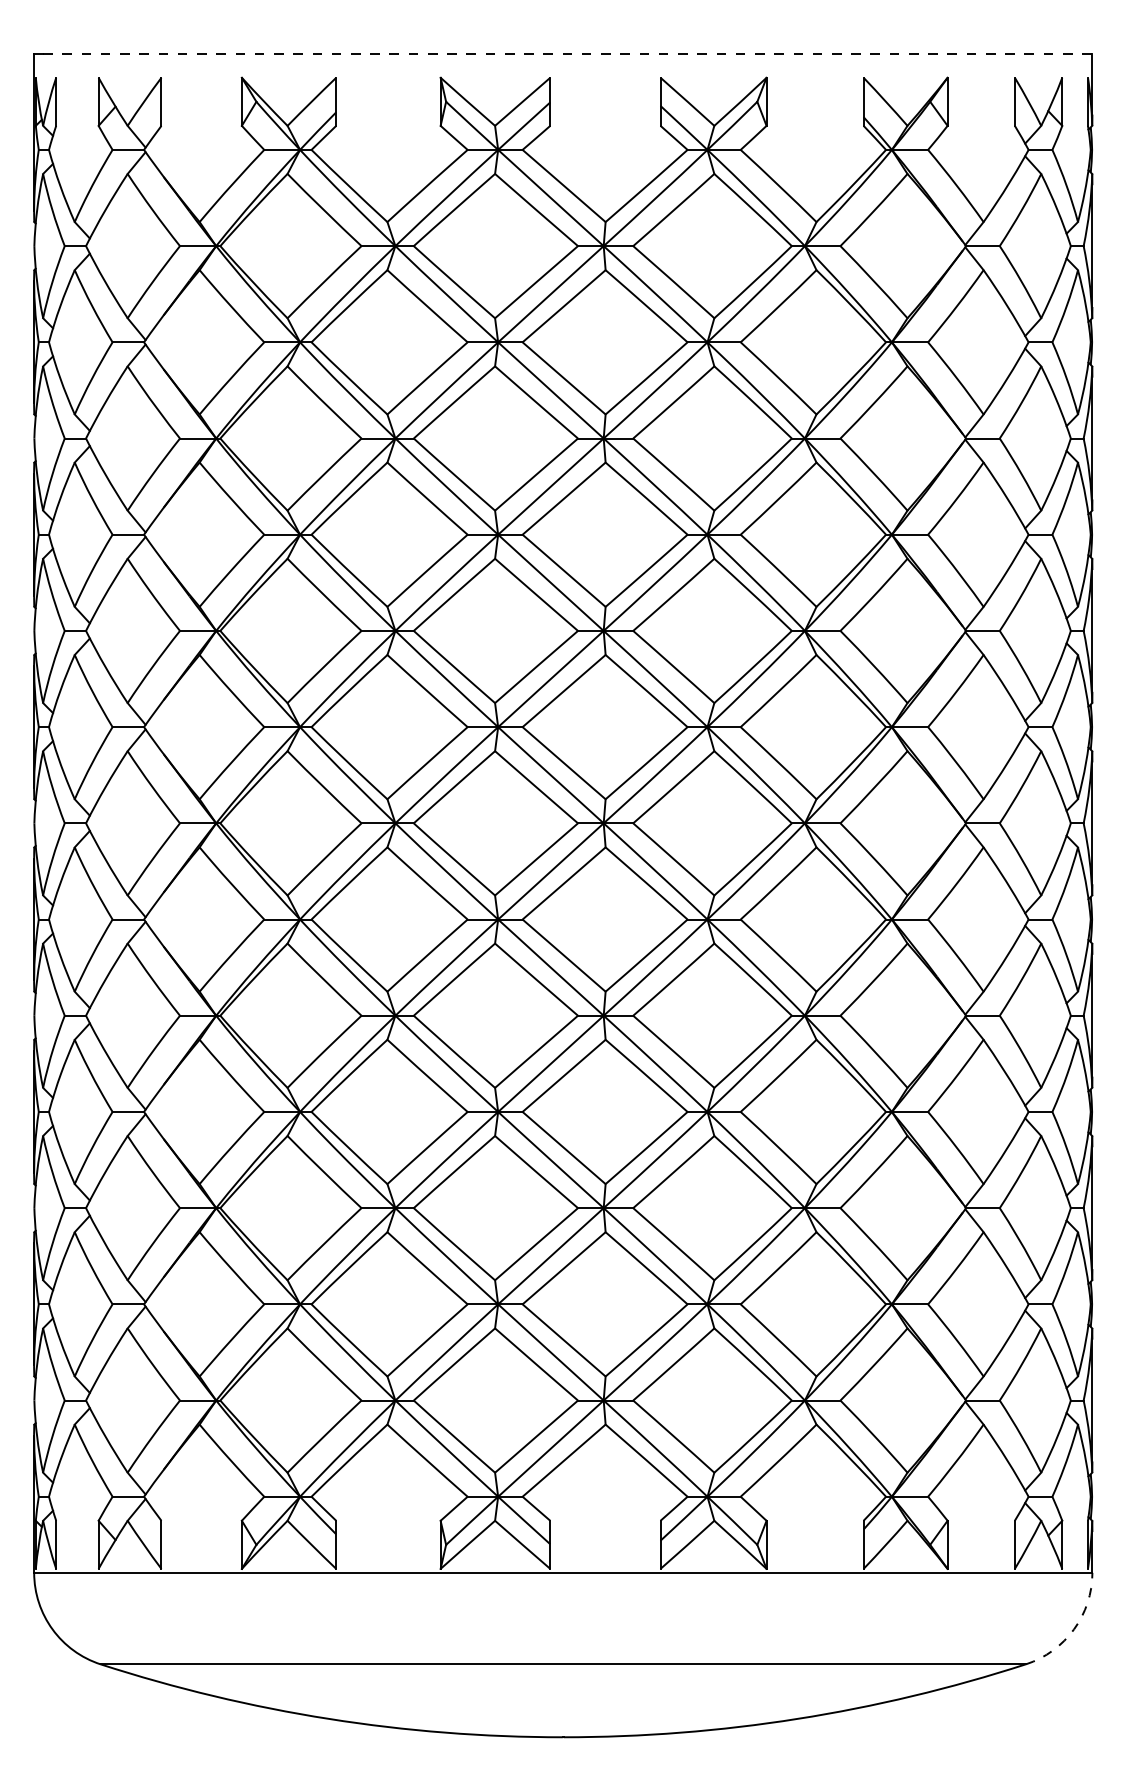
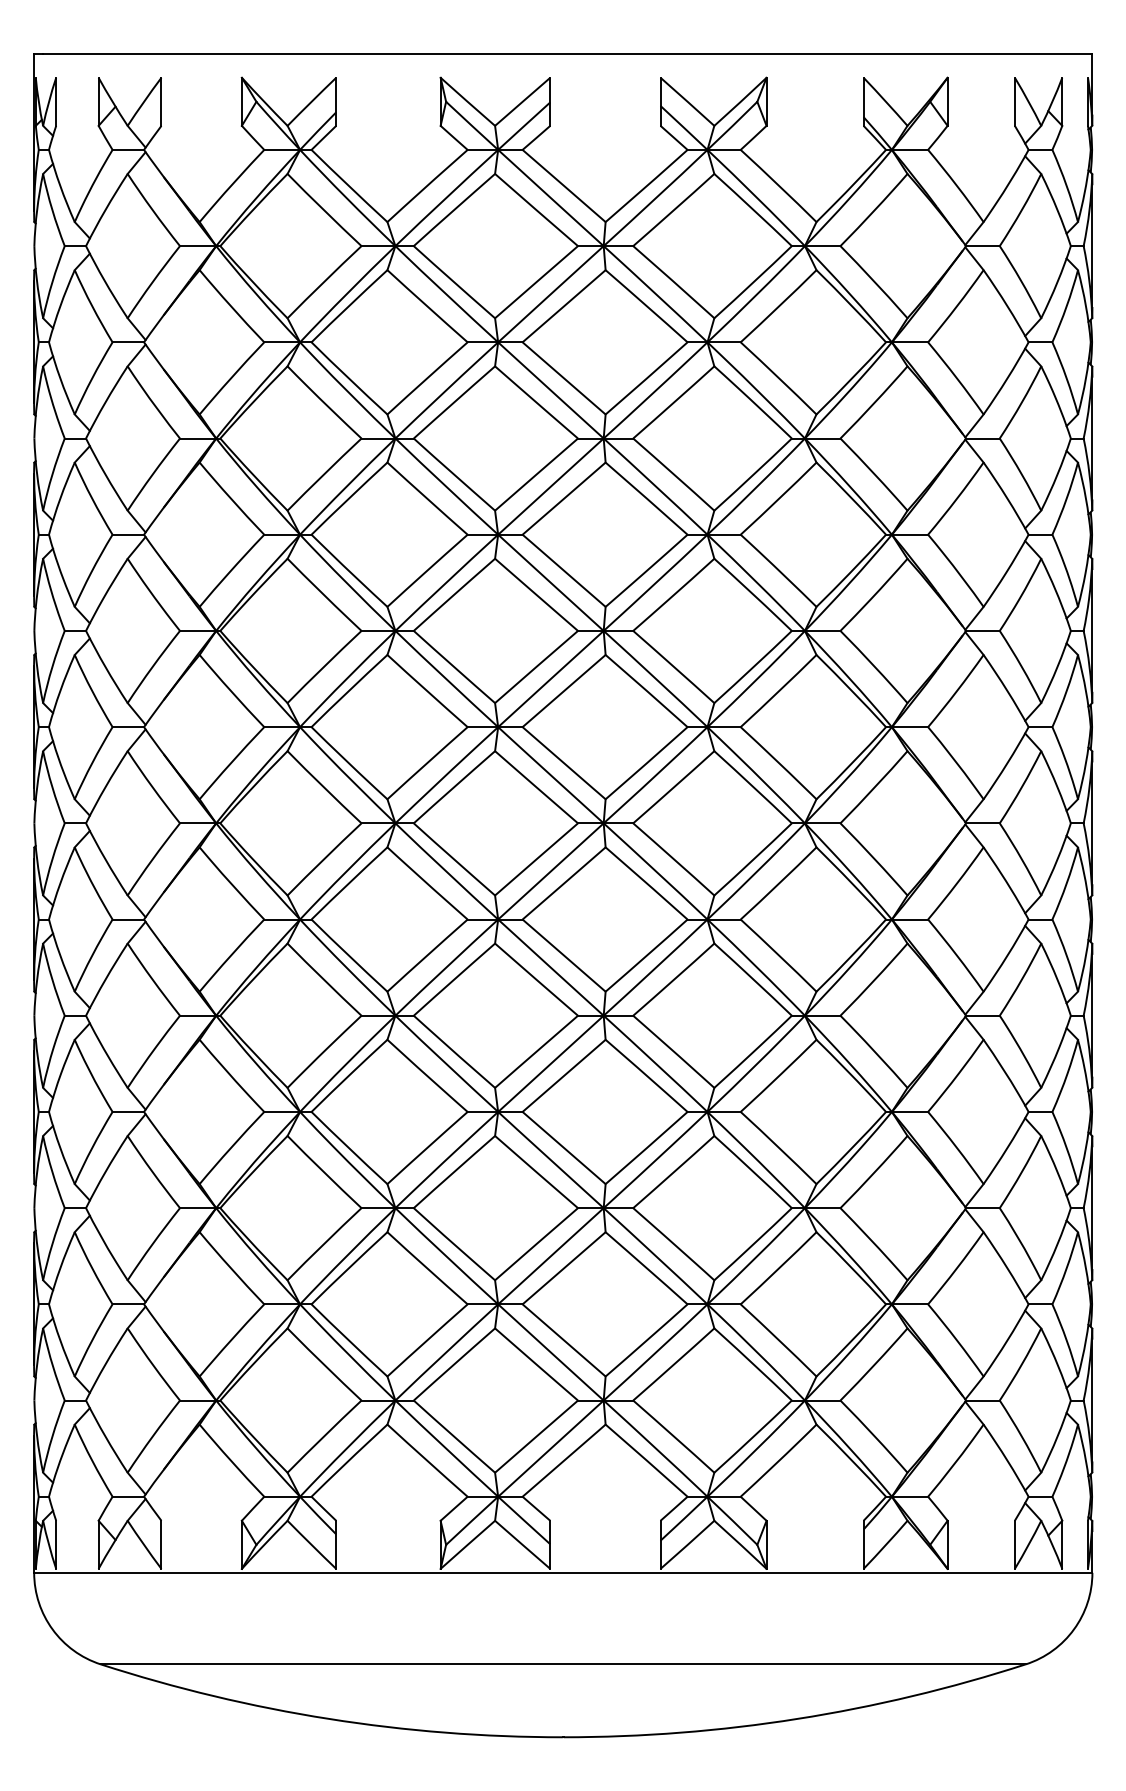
line at (567, 53): dashed -> solid
arc at (1074, 1629): dashed -> solid
